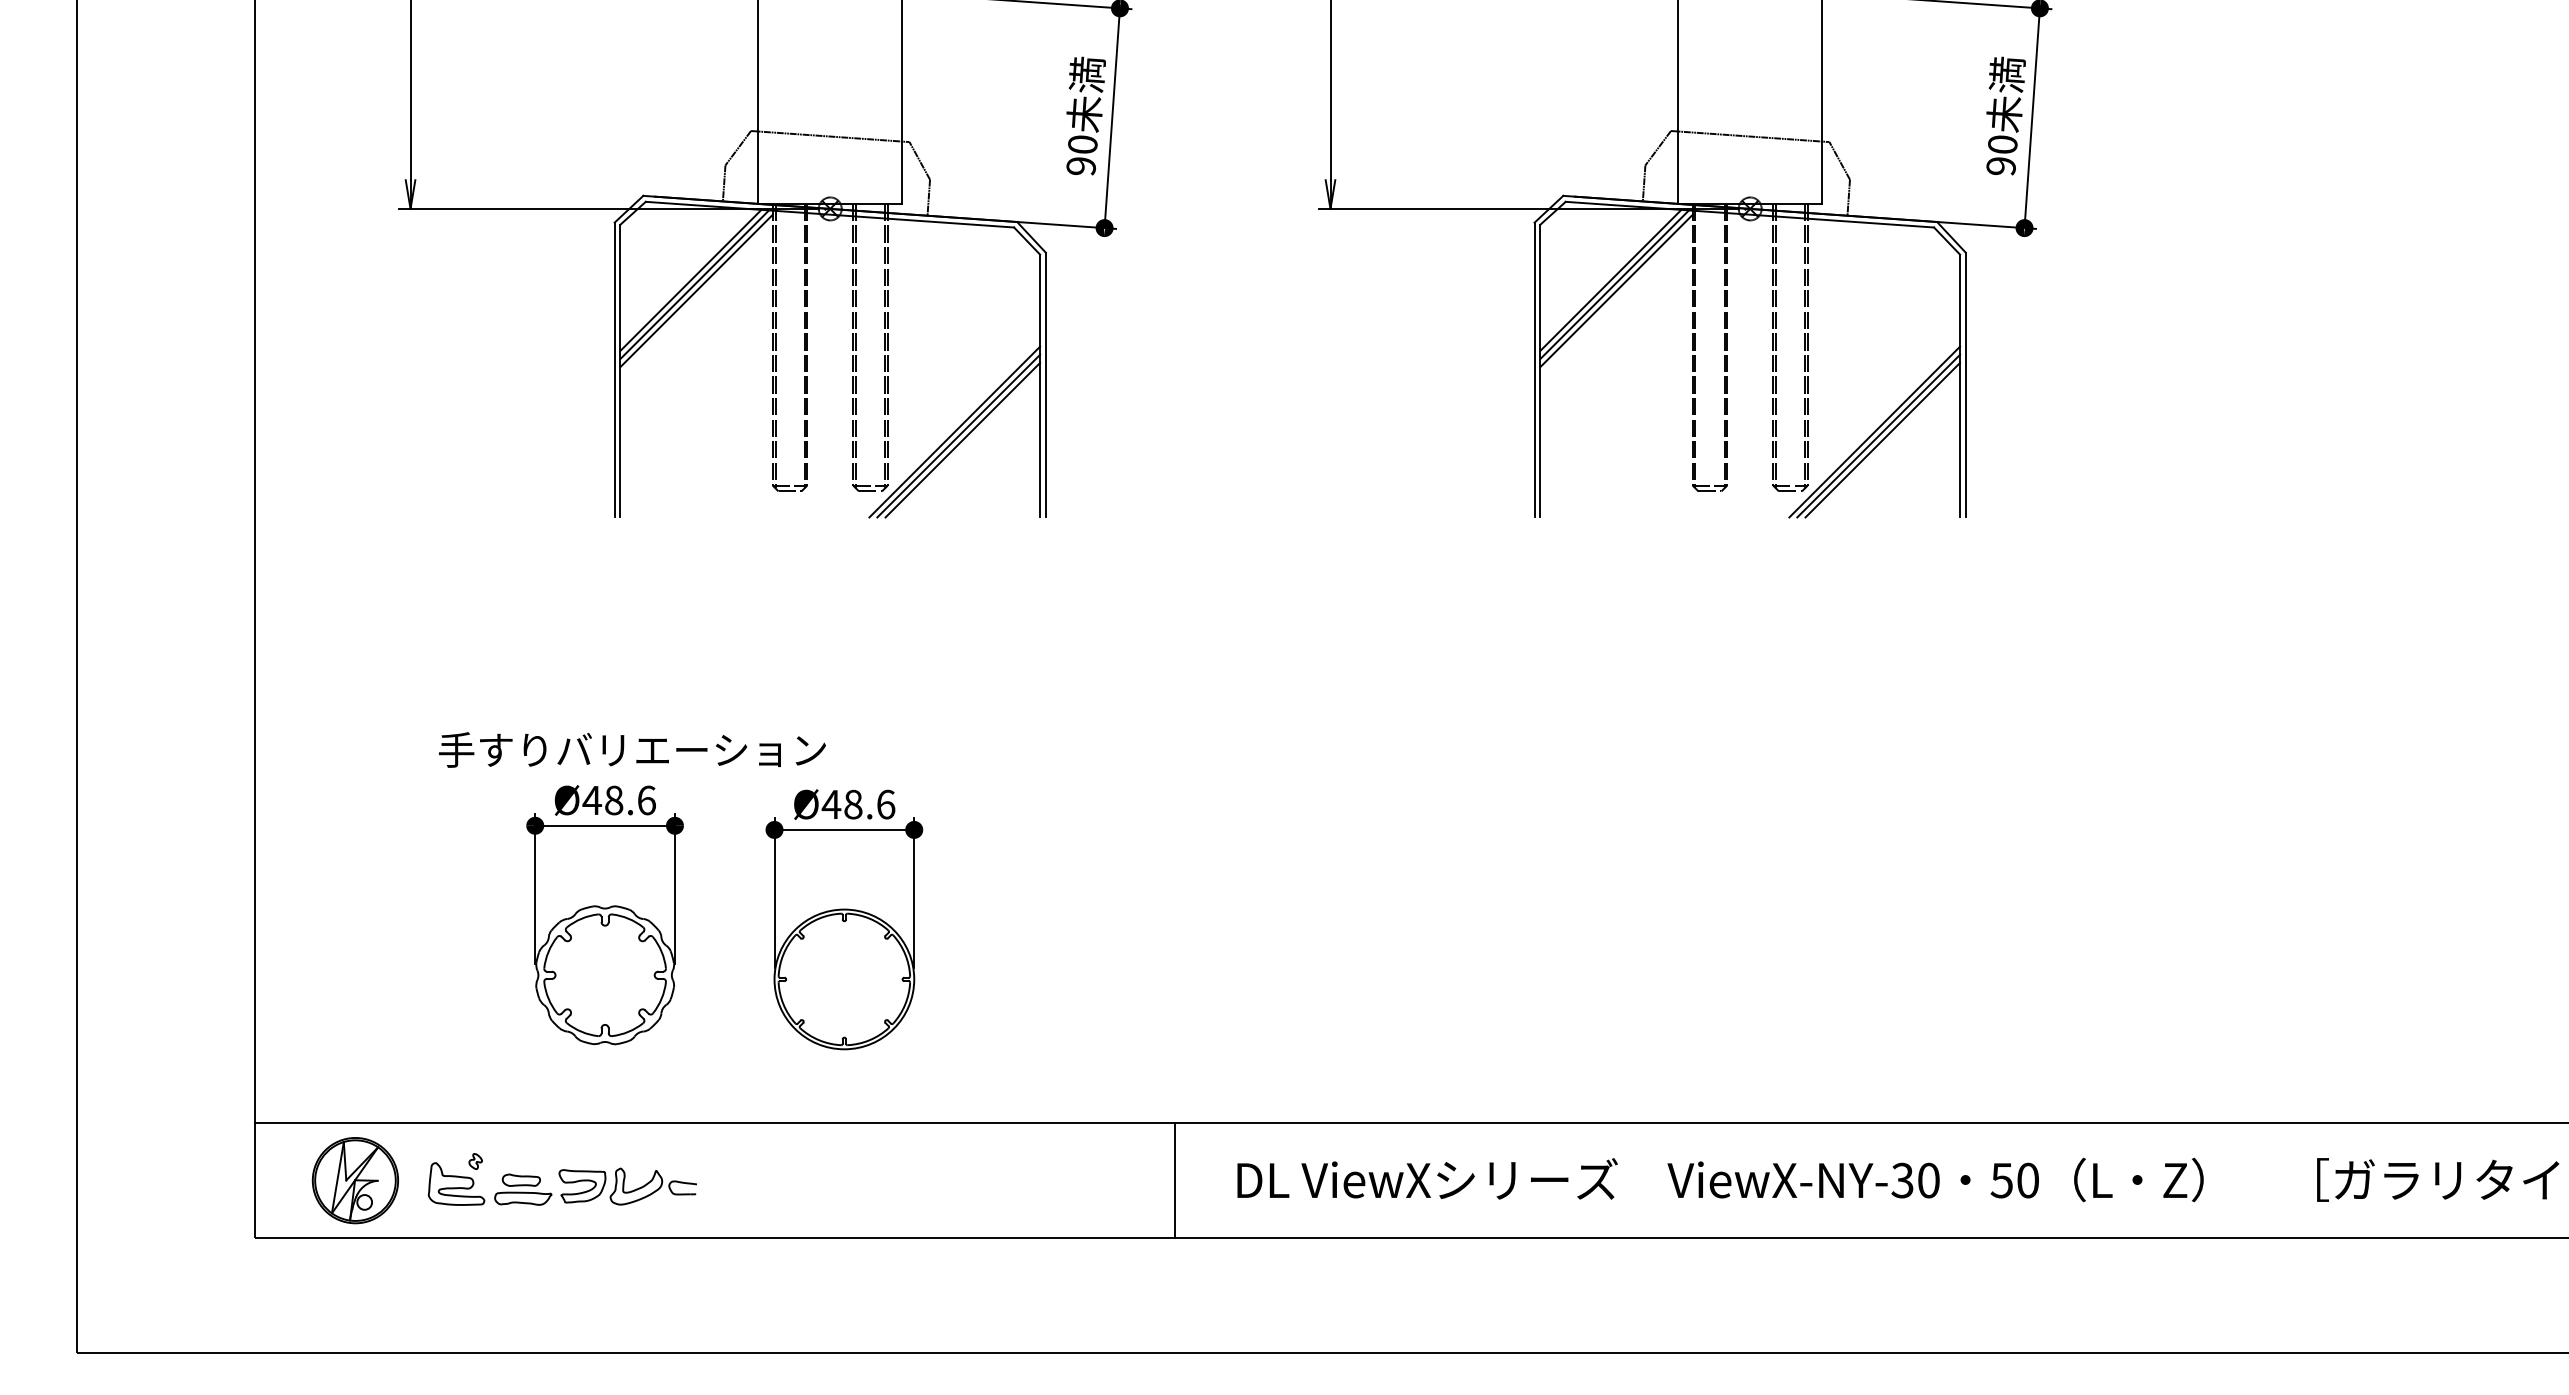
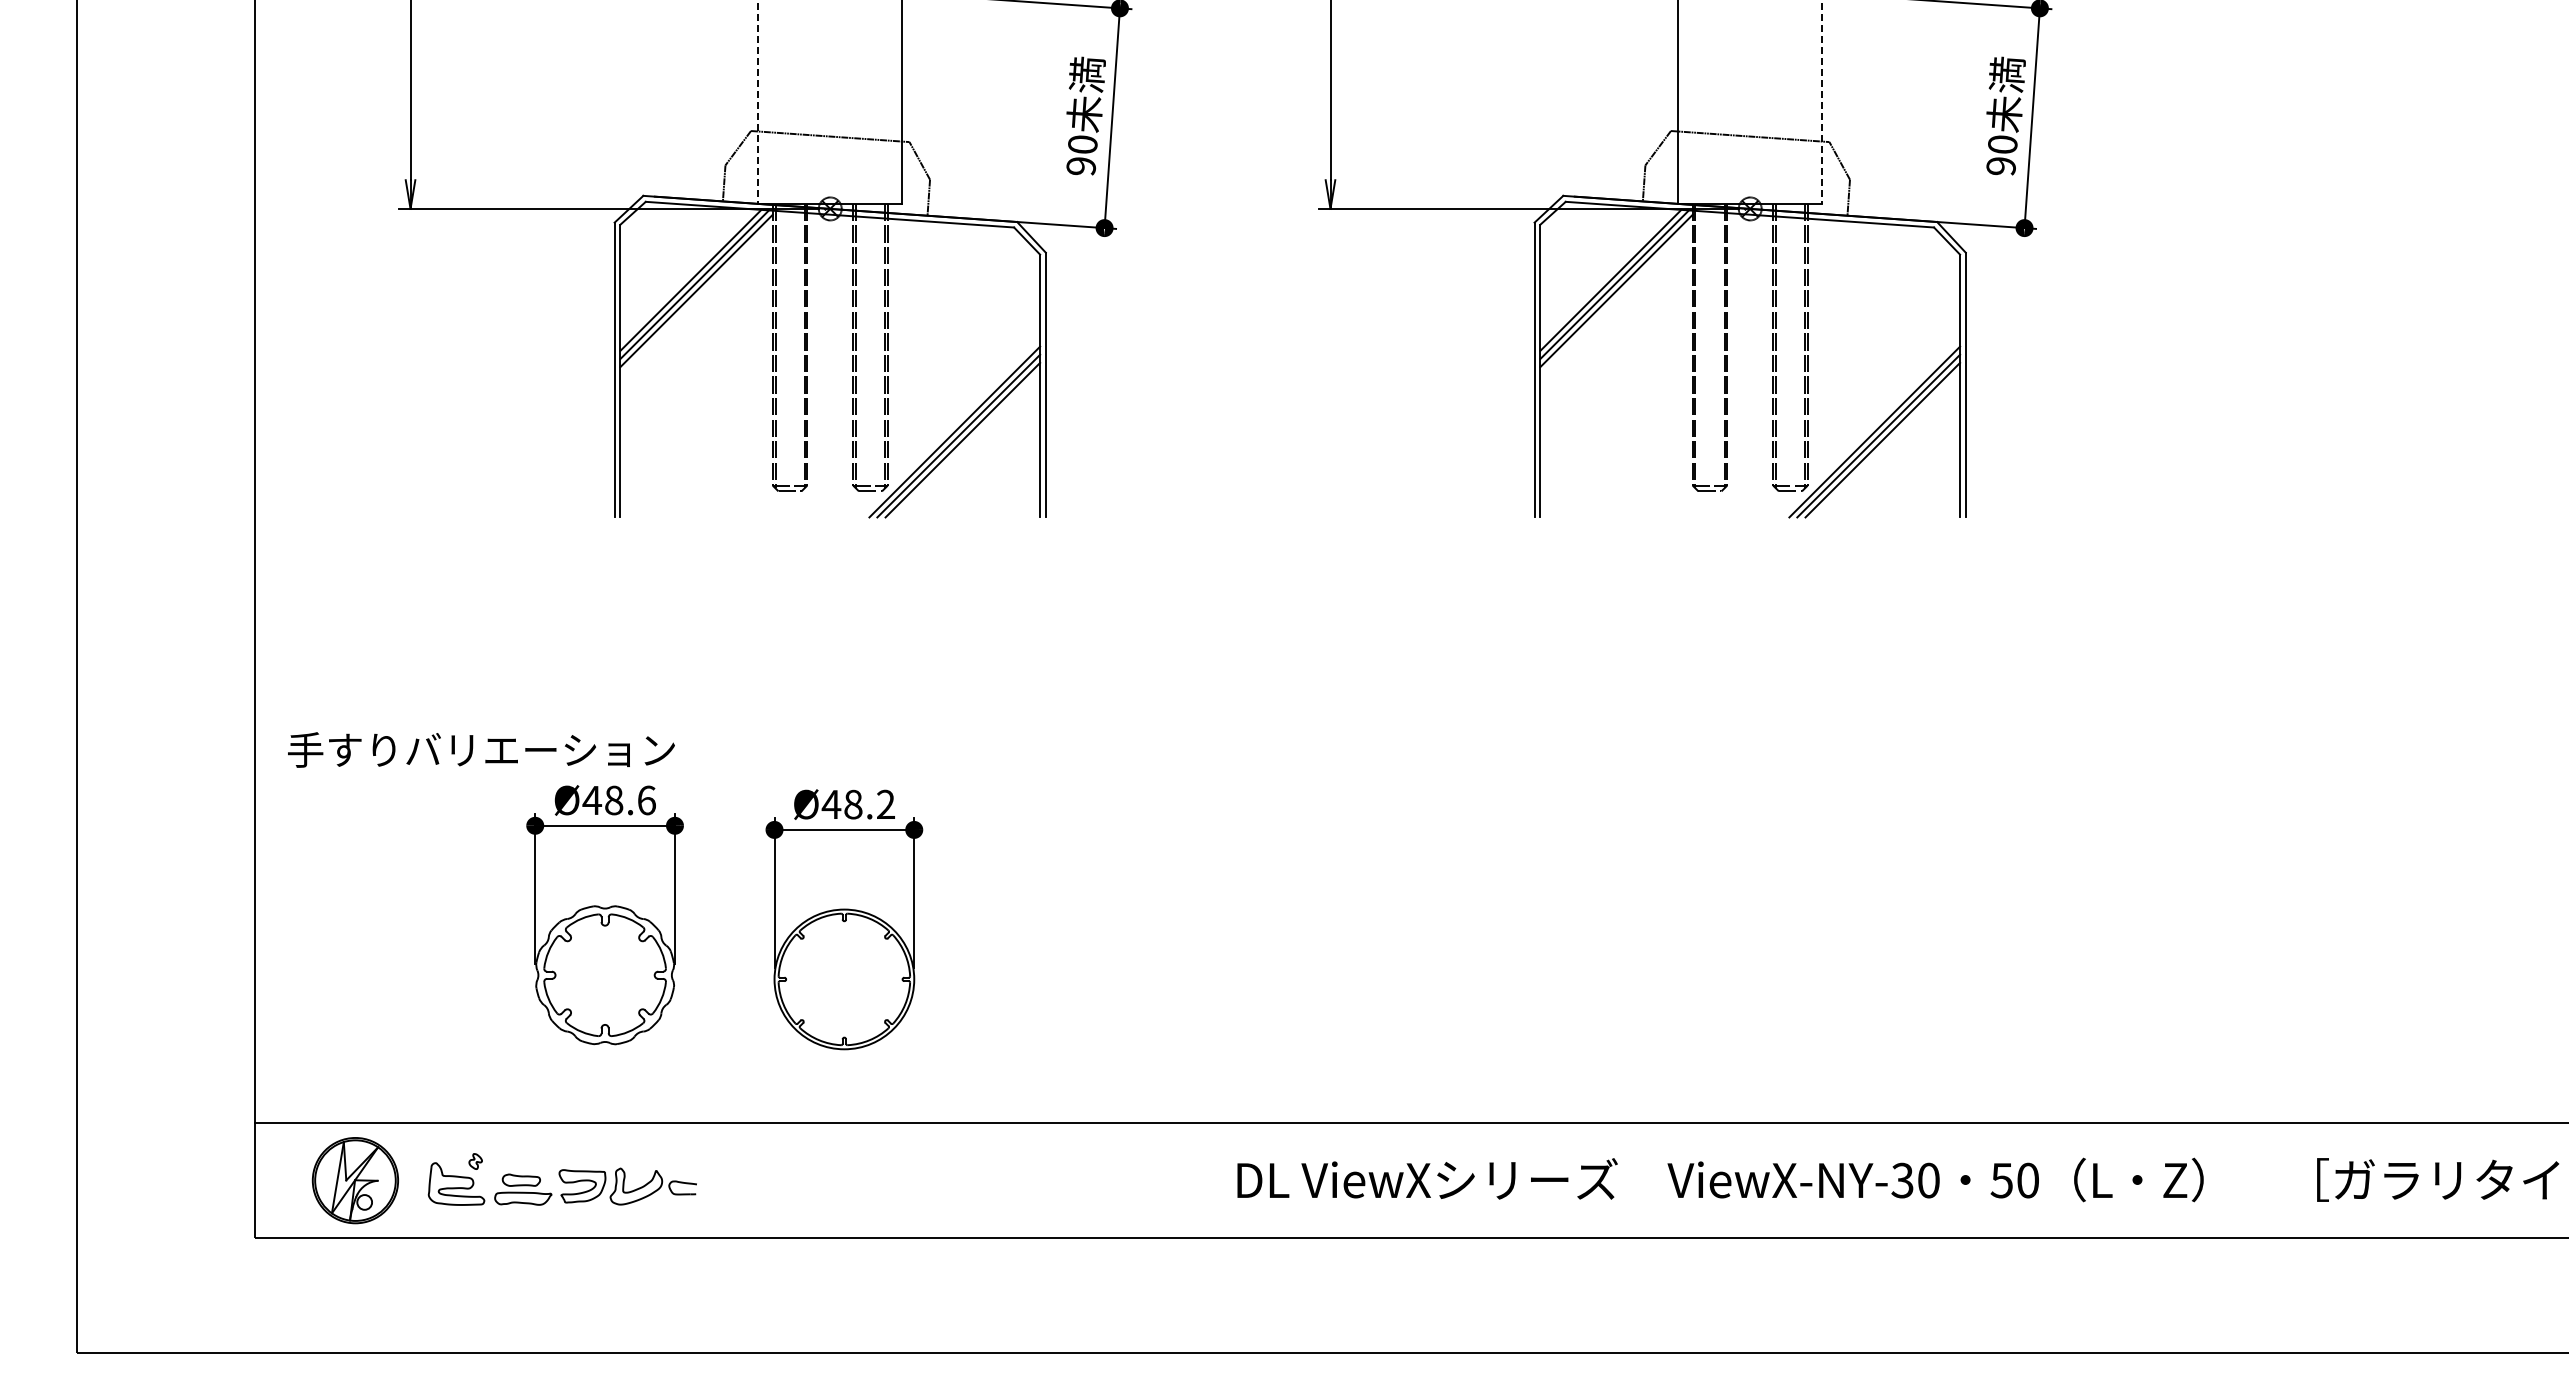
line at (758, 102): solid -> dashed
line at (1822, 102): solid -> dashed
text at (632, 749) position: (632, 749) -> (481, 749)
text at (886, 804): Ø48.6 -> Ø48.2
line at (1175, 1180): present -> none
